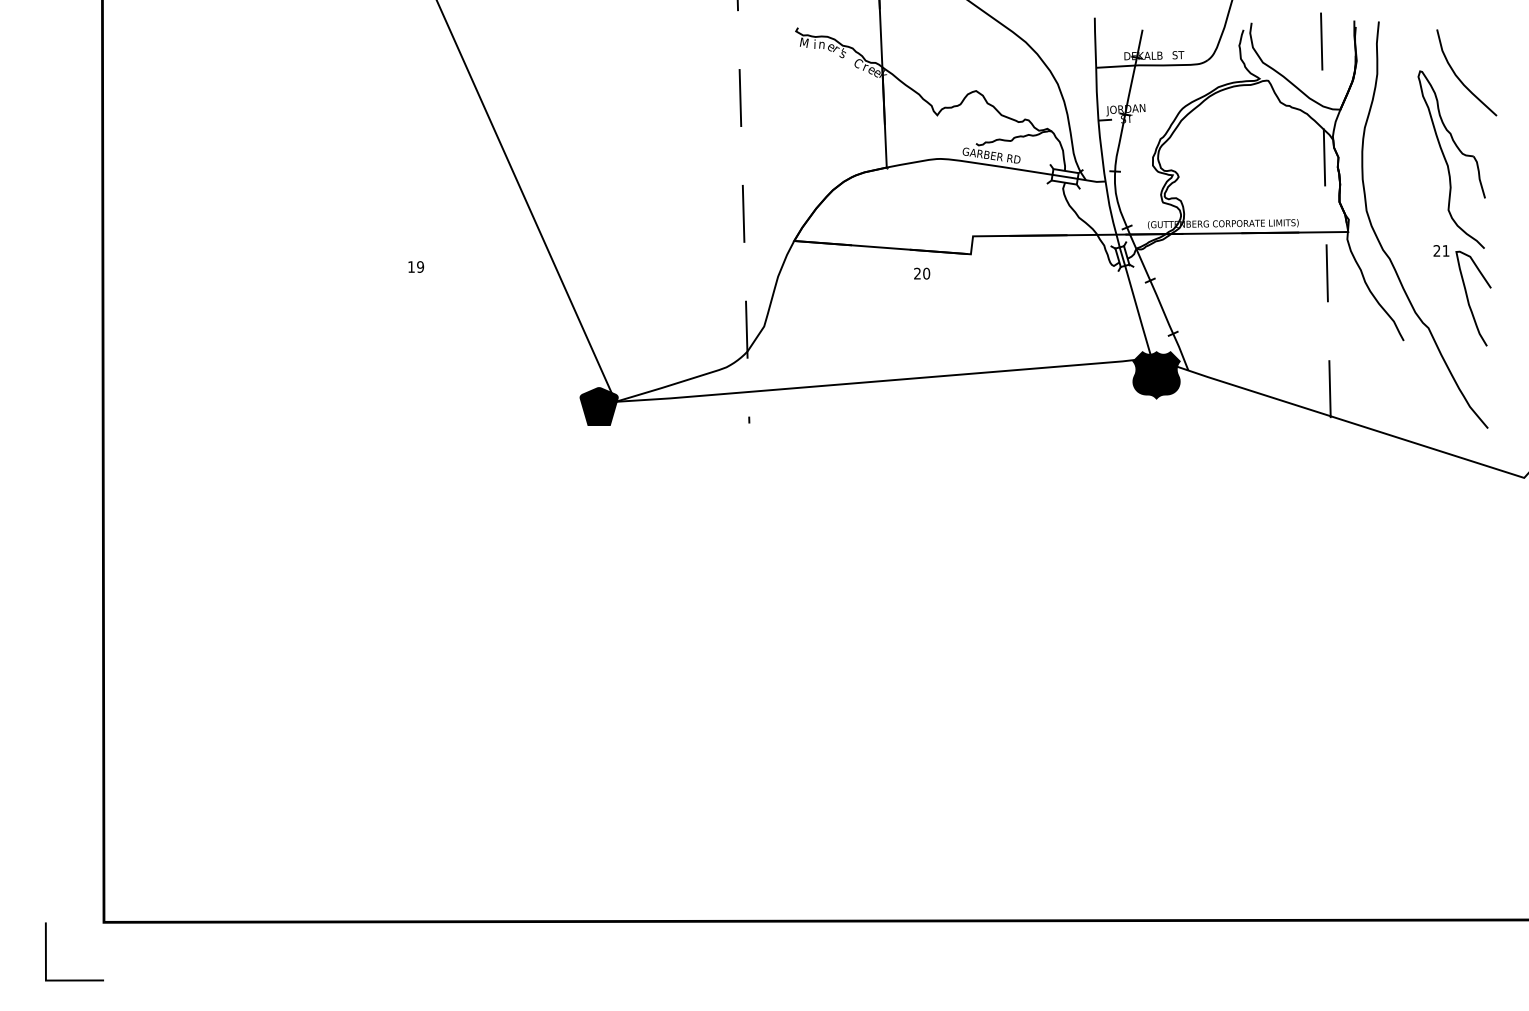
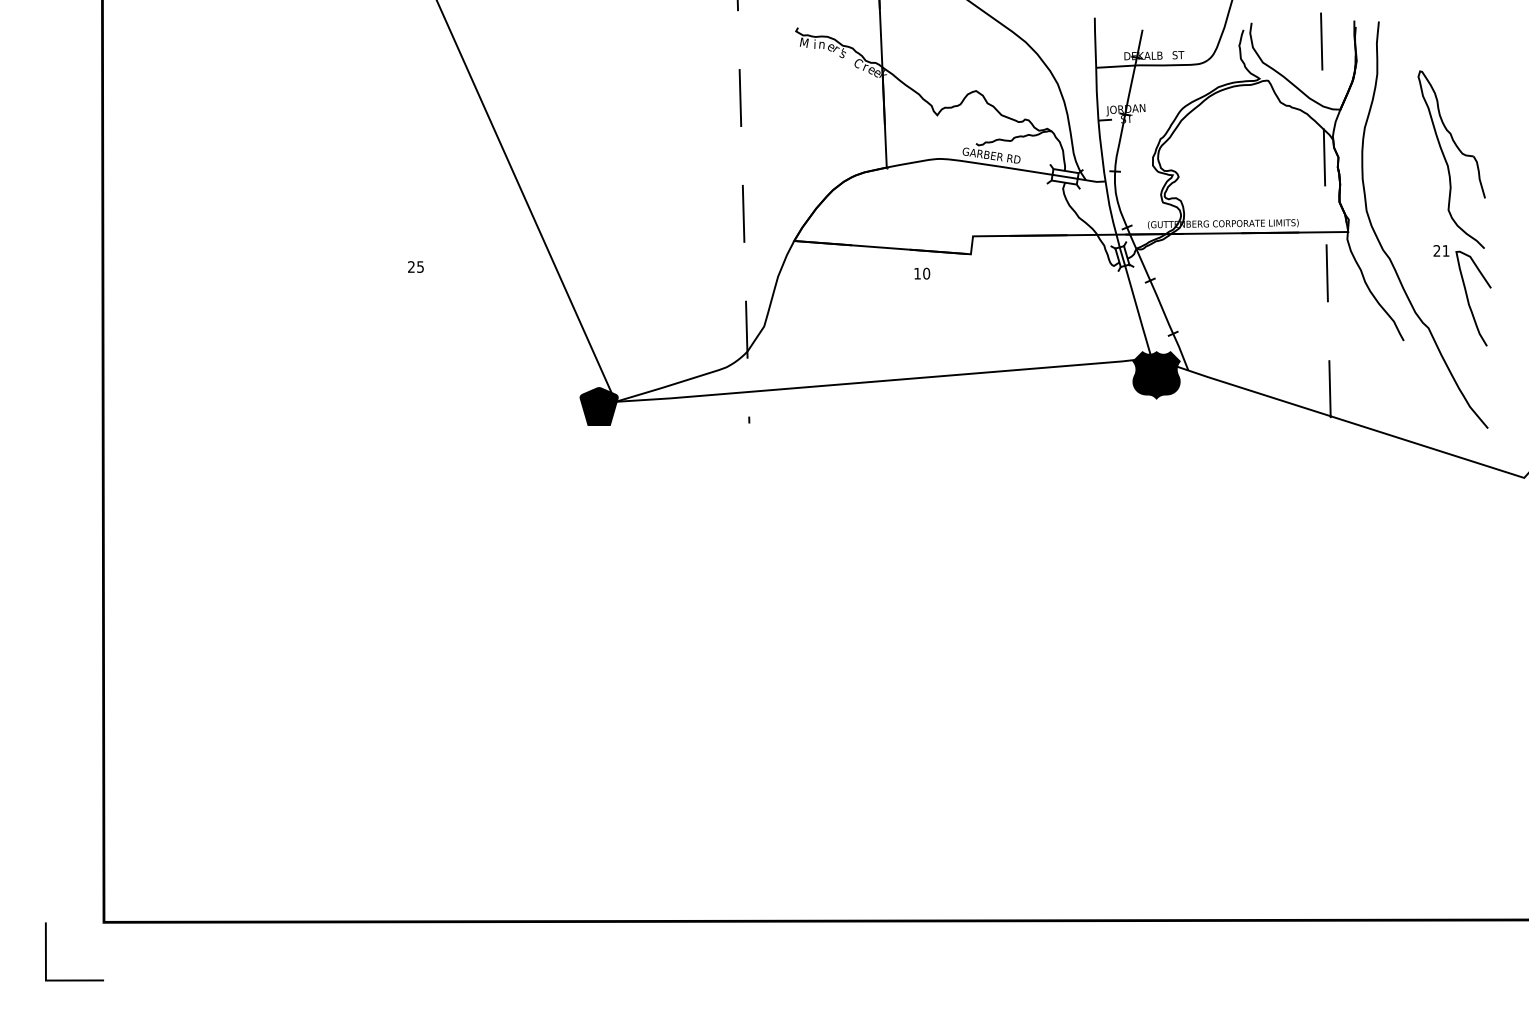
curve at (1458, 76): present -> none
text at (416, 266): 19 -> 25
text at (917, 273): 20 -> 10
